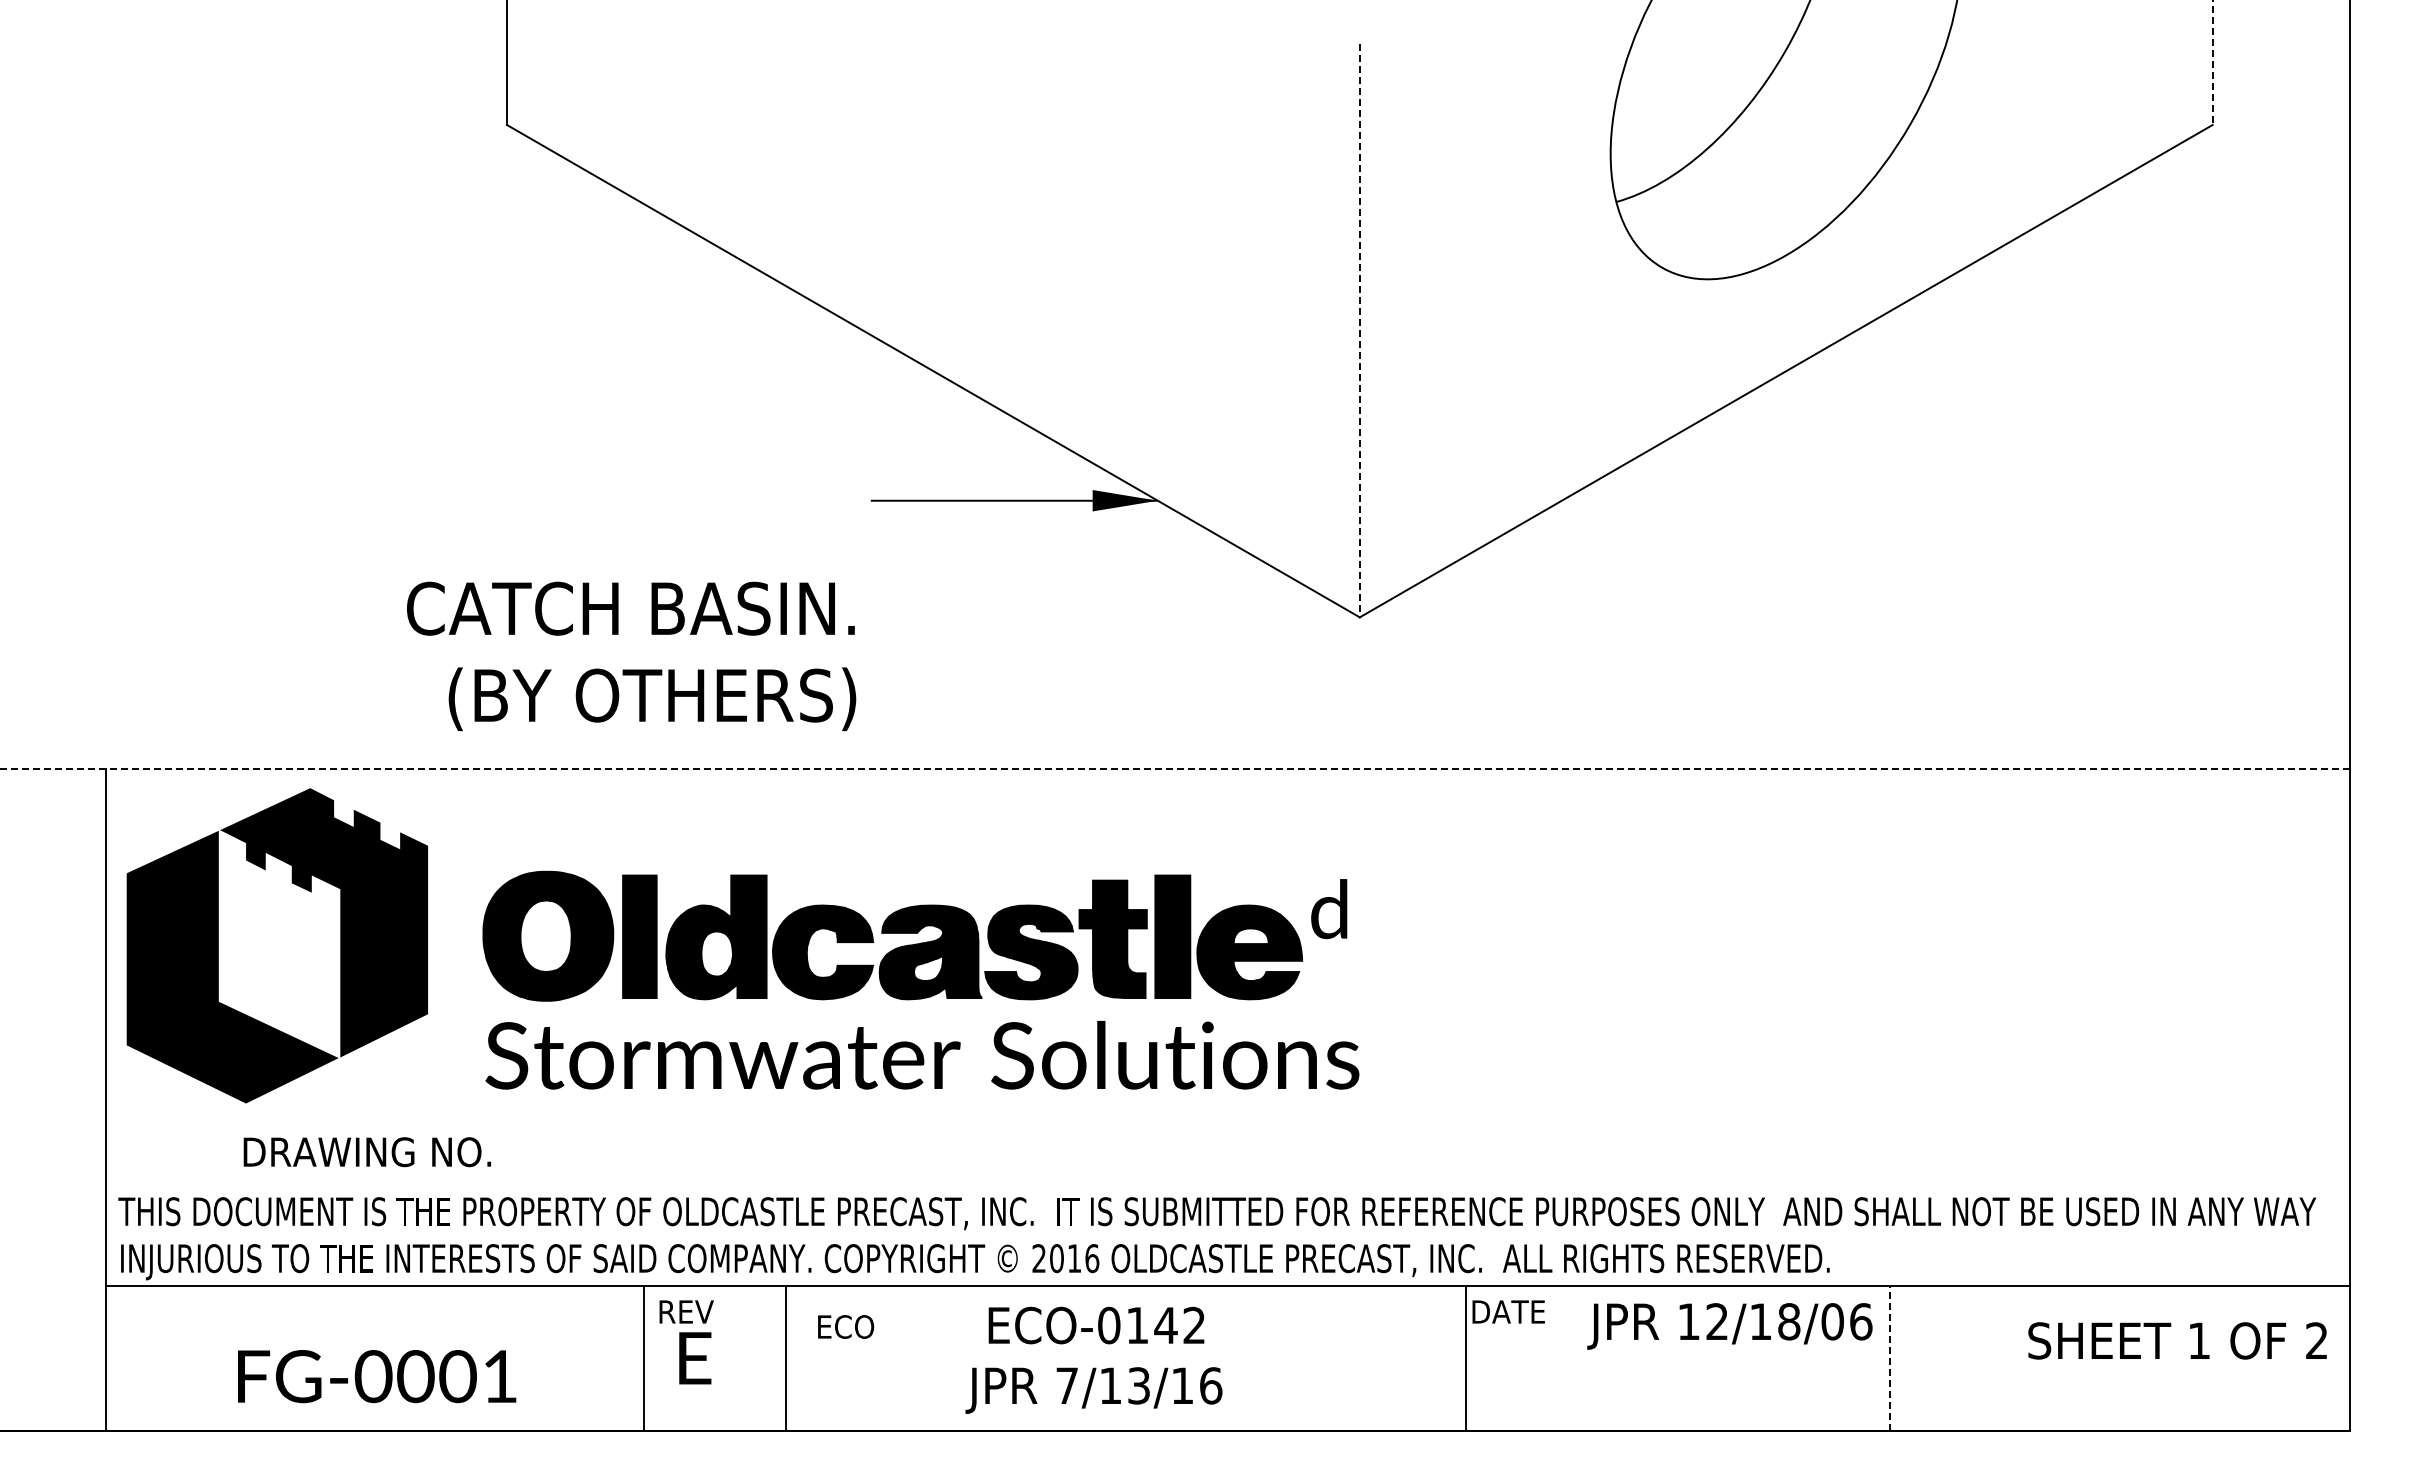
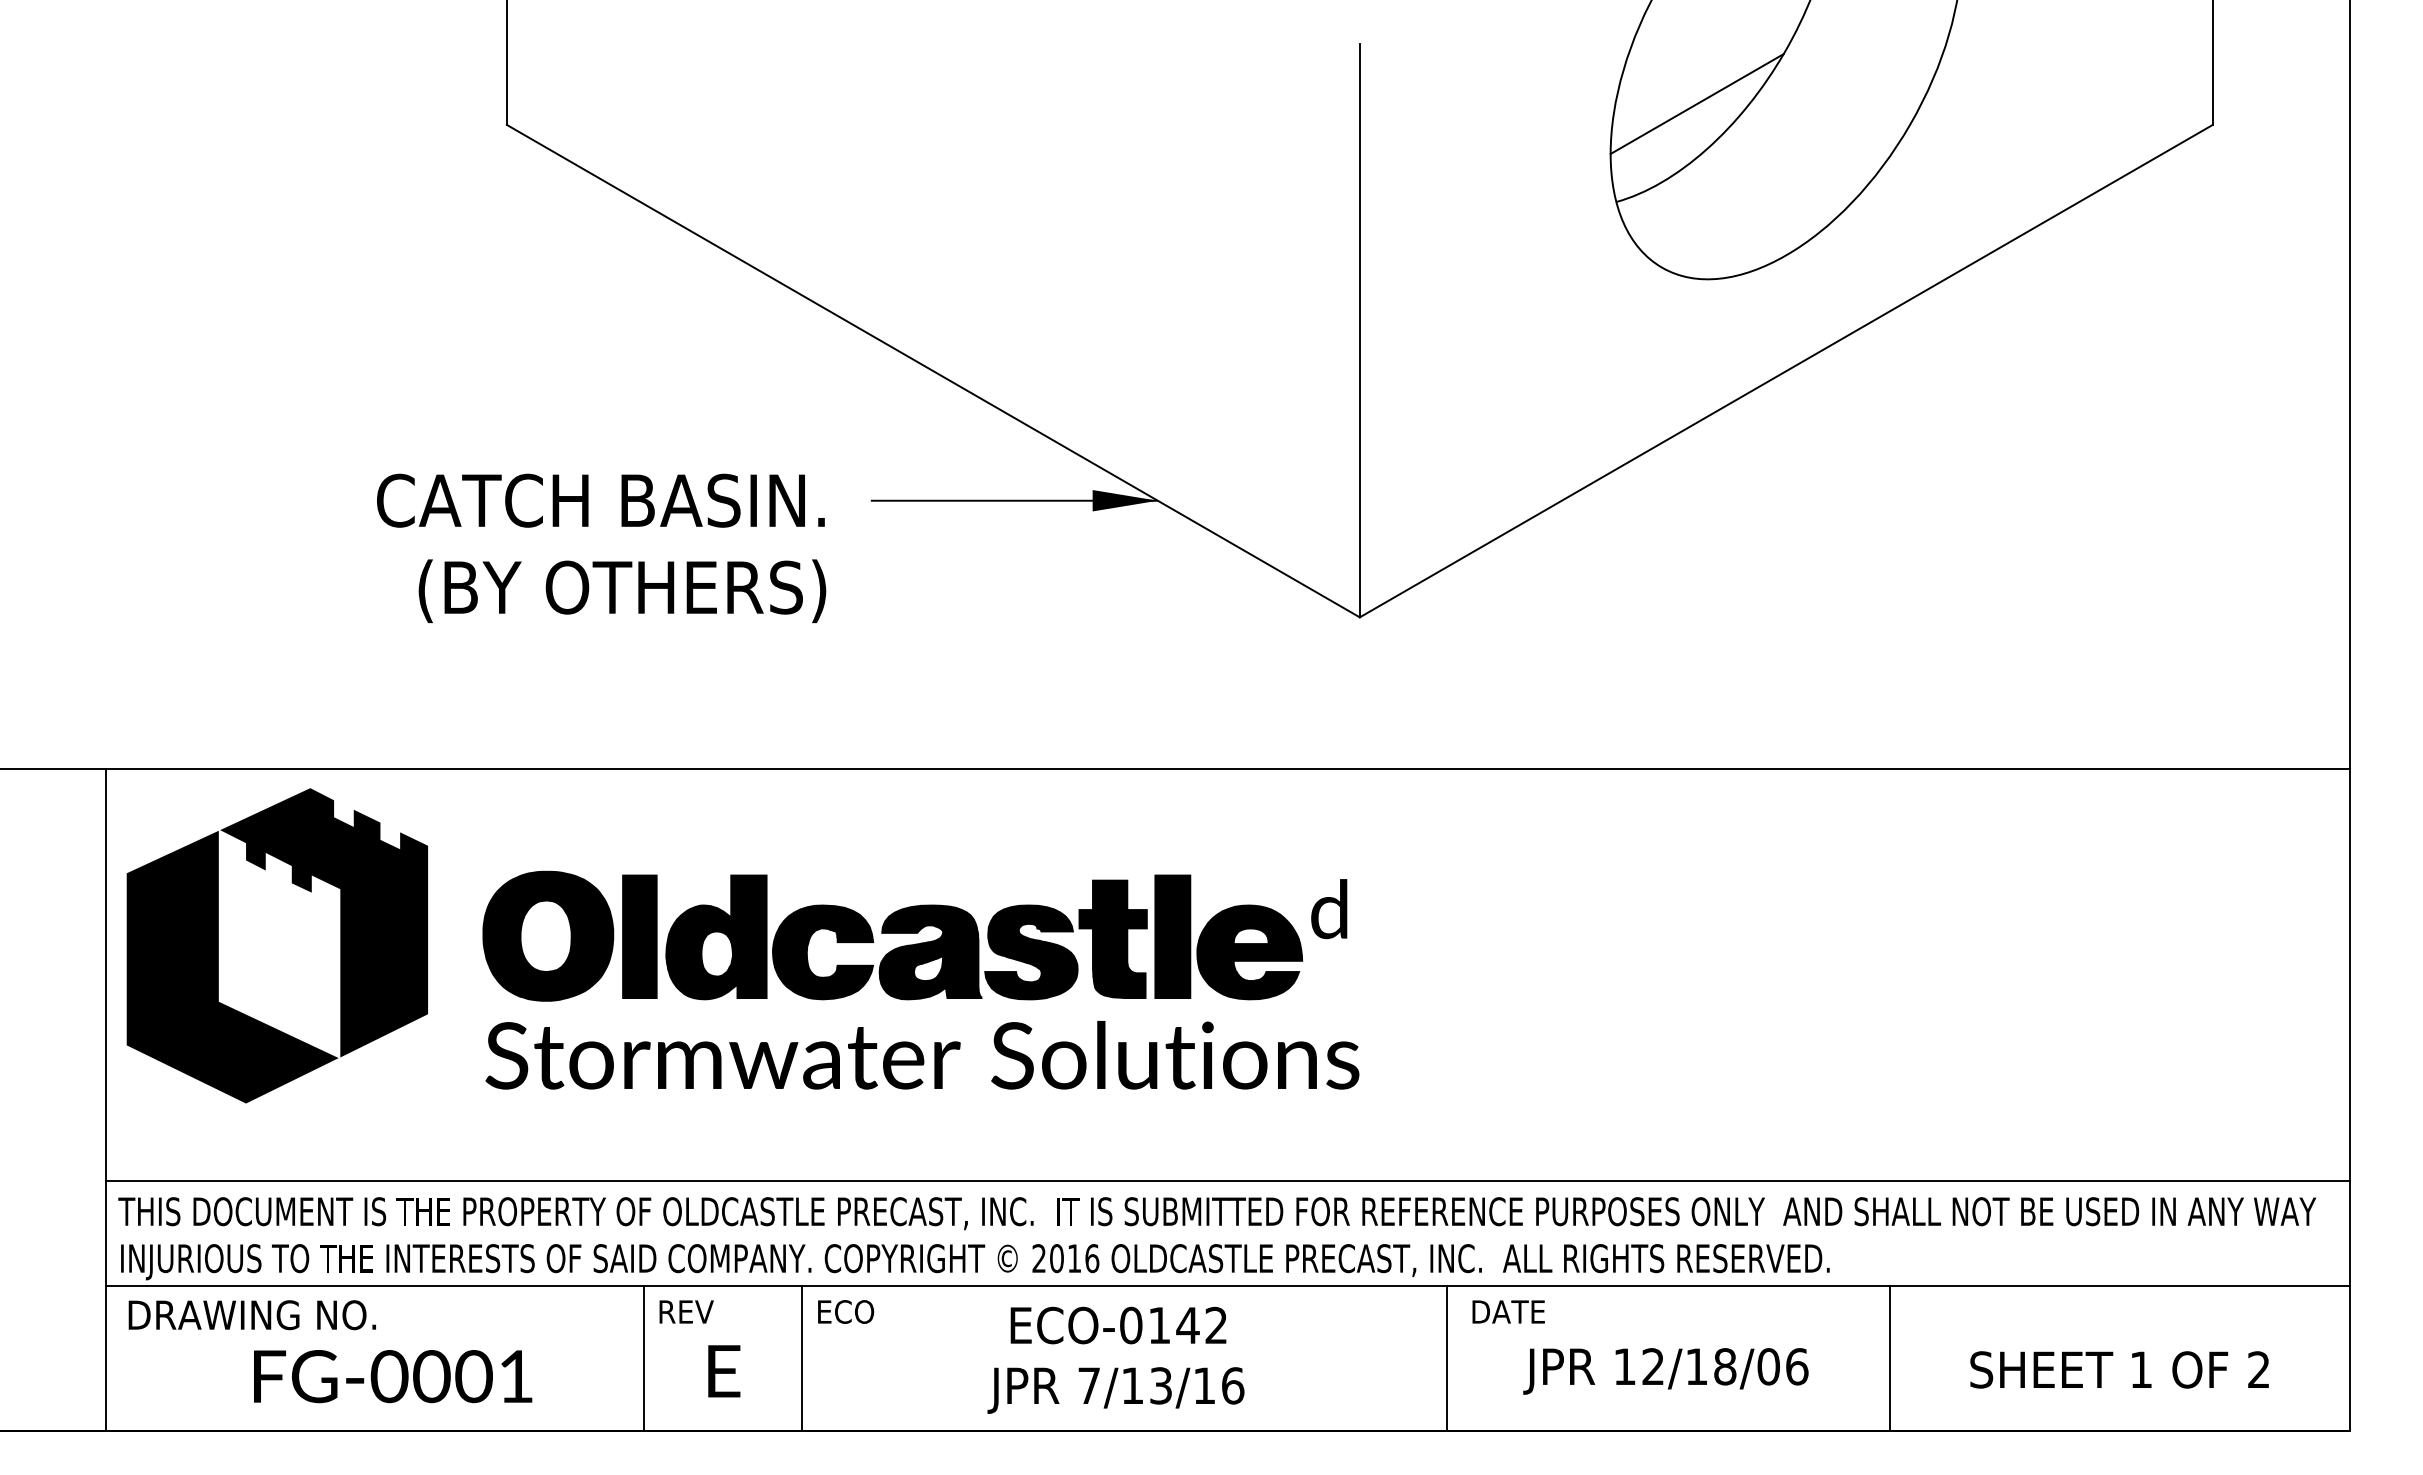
line at (2212, 63): dashed -> solid
line at (1696, 103): none -> present
line at (1359, 330): dashed -> solid
text at (631, 656) position: (631, 656) -> (601, 548)
line at (1175, 768): dashed -> solid
text at (366, 1152) position: (366, 1152) -> (251, 1315)
line at (1227, 1180): none -> present
text at (846, 1326) position: (846, 1326) -> (846, 1311)
text at (1729, 1326) position: (1729, 1326) -> (1665, 1371)
text at (2177, 1340) position: (2177, 1340) -> (2119, 1369)
line at (1890, 1357): dashed -> solid
text at (695, 1358) position: (695, 1358) -> (724, 1371)
line at (786, 1358) position: (786, 1358) -> (802, 1358)
line at (1465, 1358) position: (1465, 1358) -> (1446, 1358)
text at (1093, 1359) position: (1093, 1359) -> (1115, 1359)
text at (377, 1376) position: (377, 1376) -> (393, 1376)
